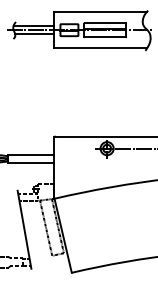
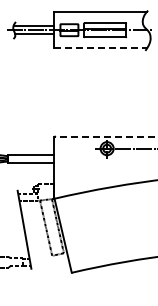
line at (101, 48): solid -> dashed
line at (105, 136): solid -> dashed
